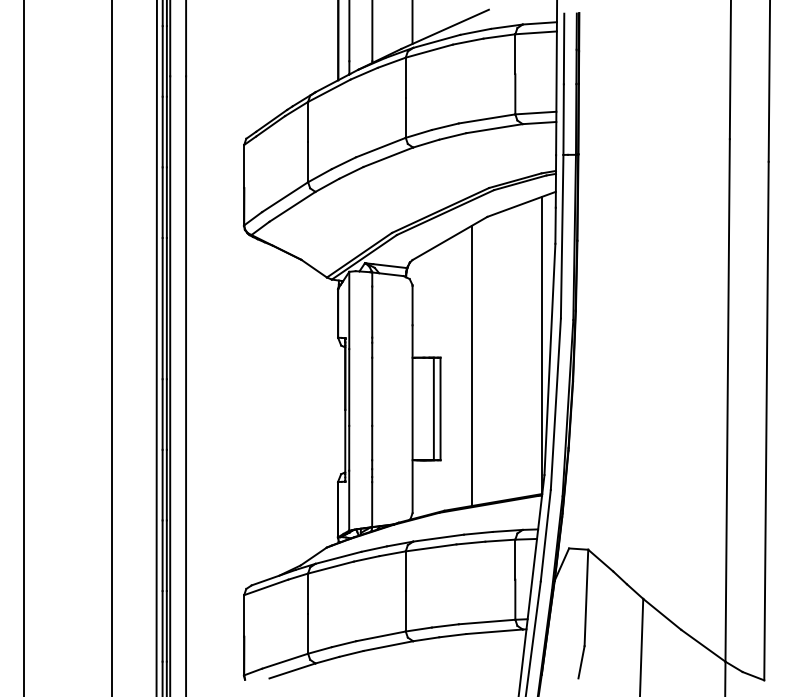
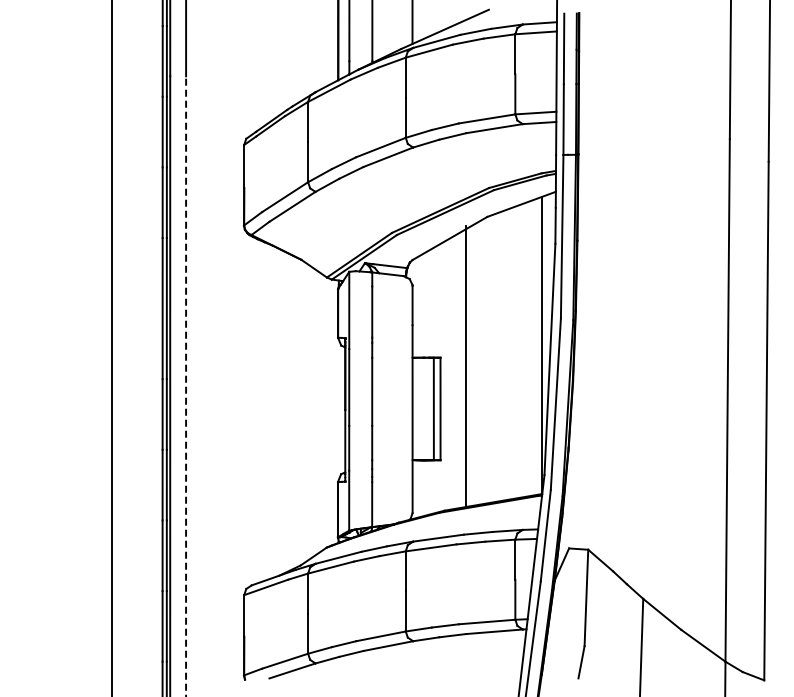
line at (23, 347): present -> none
line at (156, 347): present -> none
line at (471, 366) position: (471, 366) -> (465, 366)
line at (186, 386): solid -> dashed
